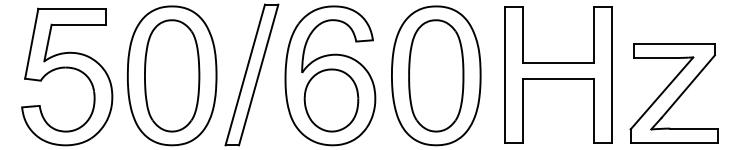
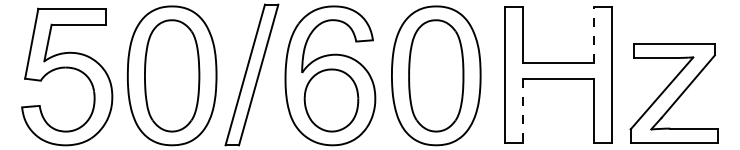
line at (593, 34): solid -> dashed
line at (522, 111): solid -> dashed
